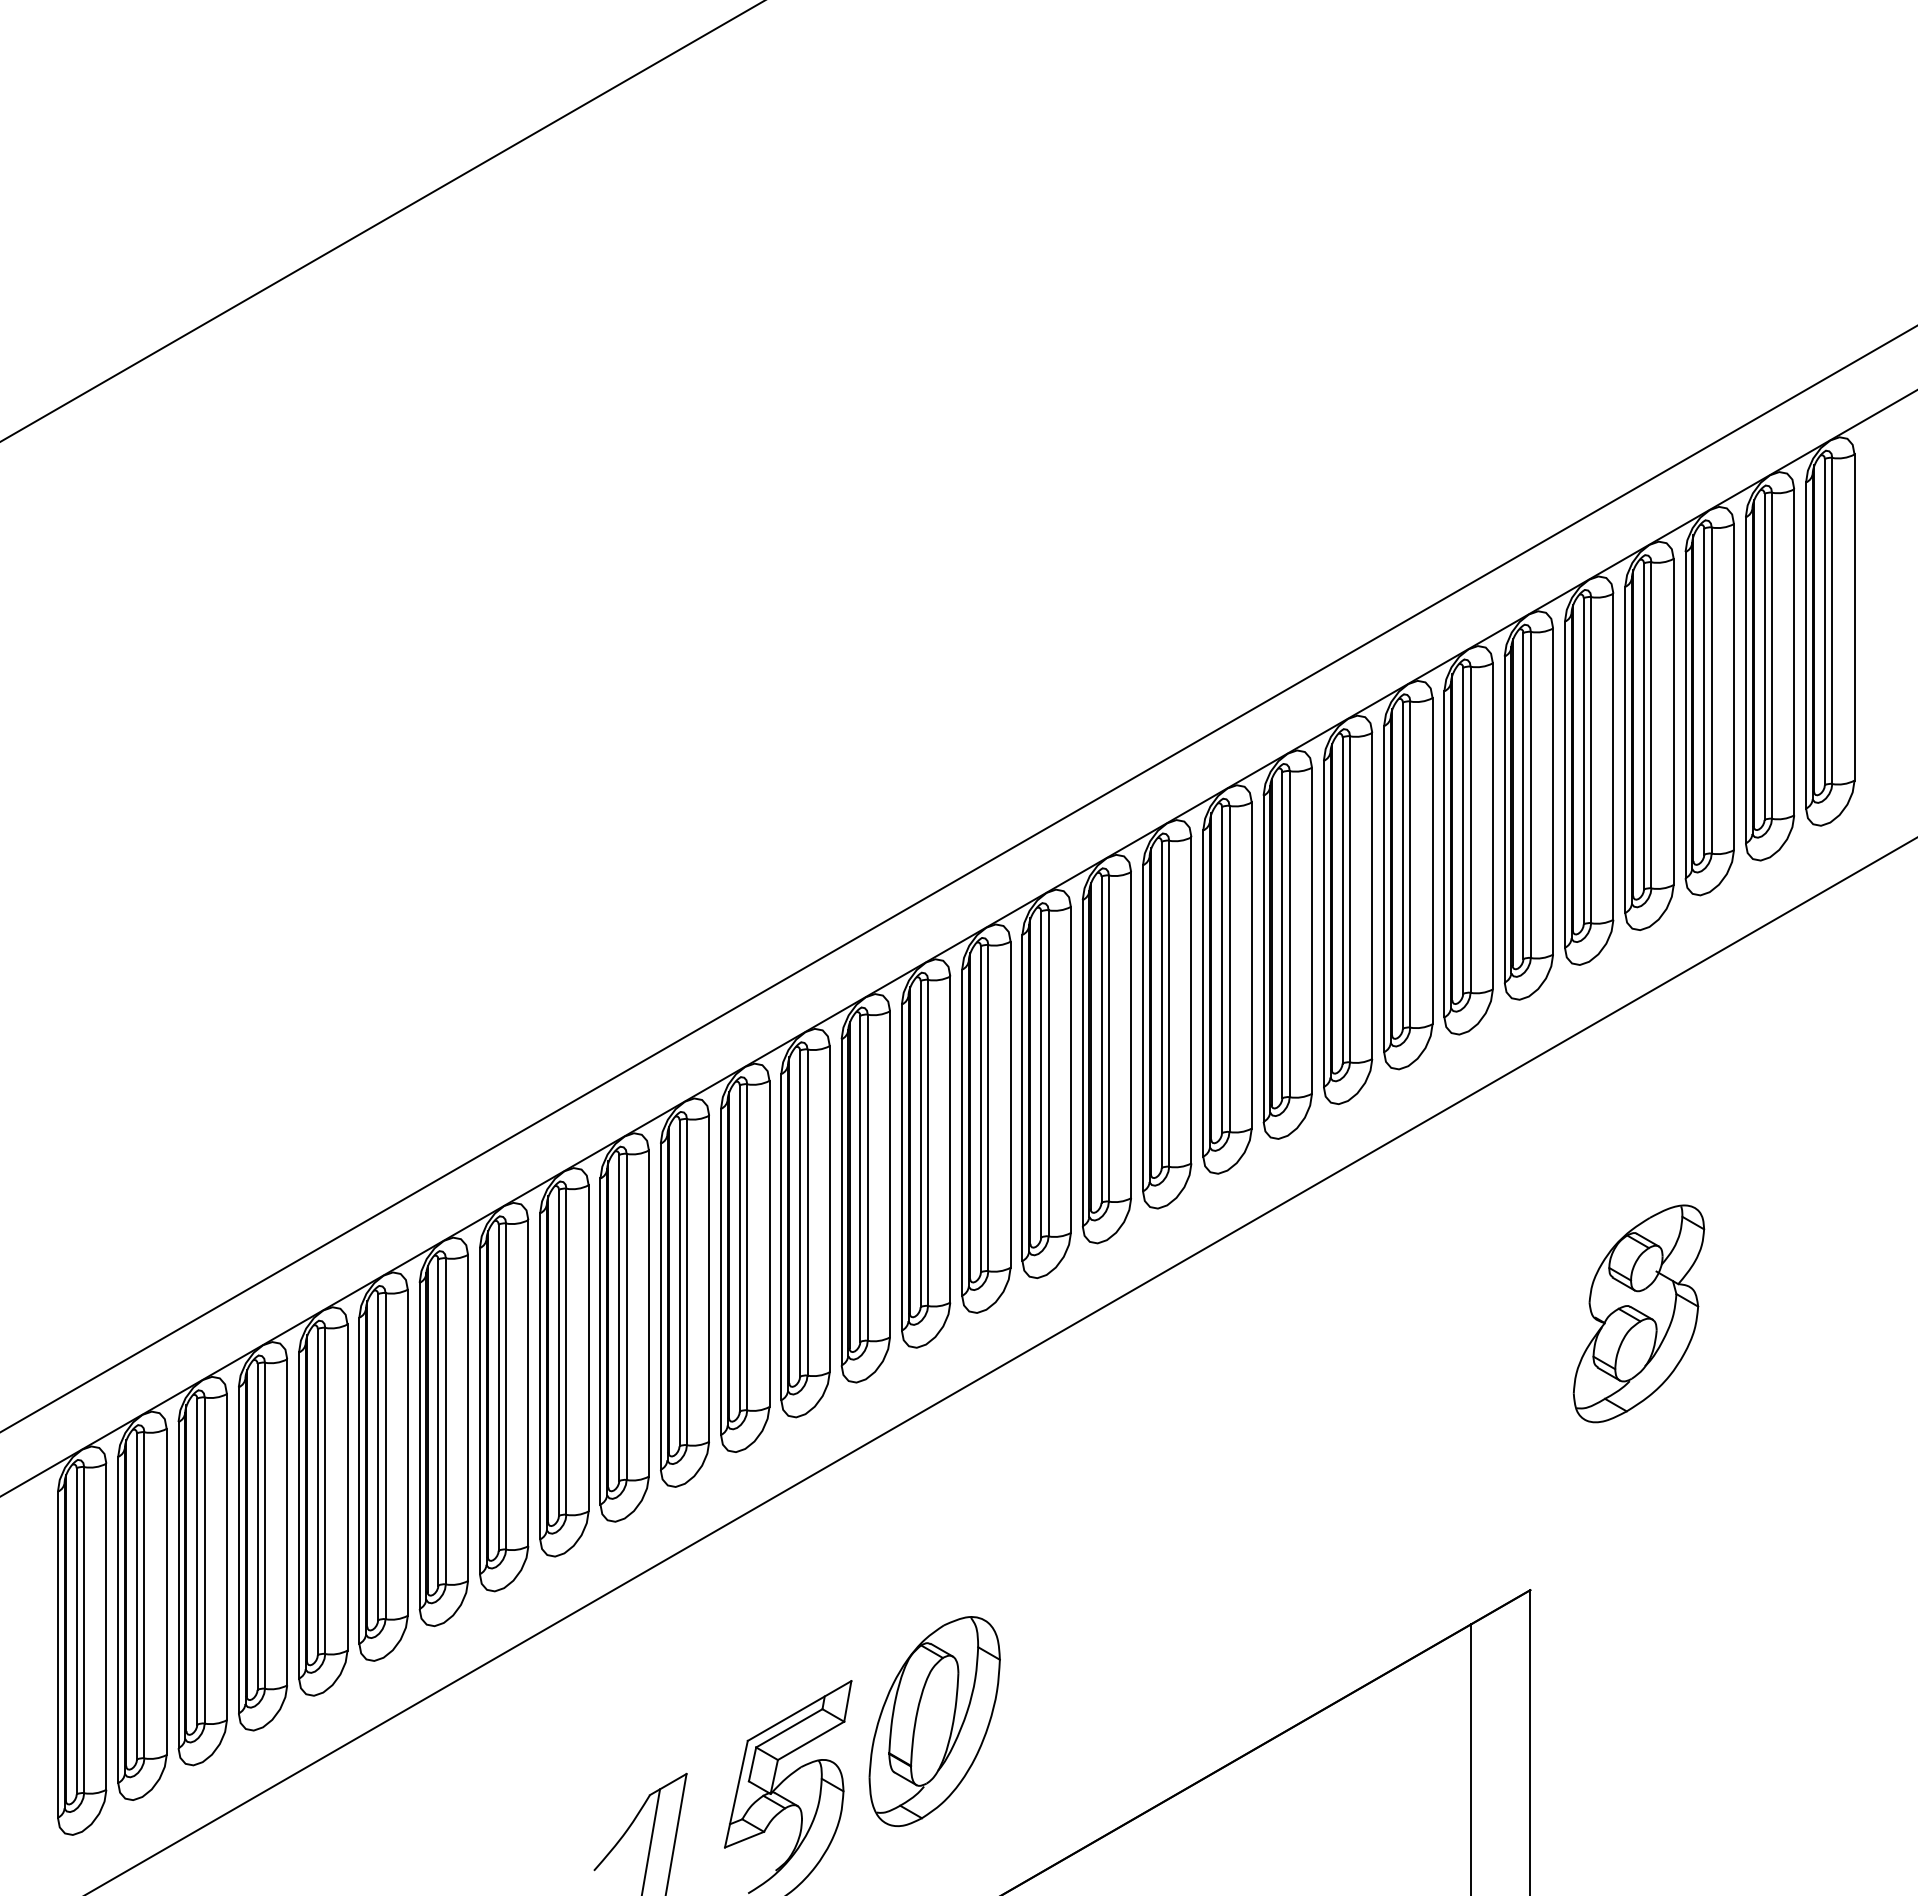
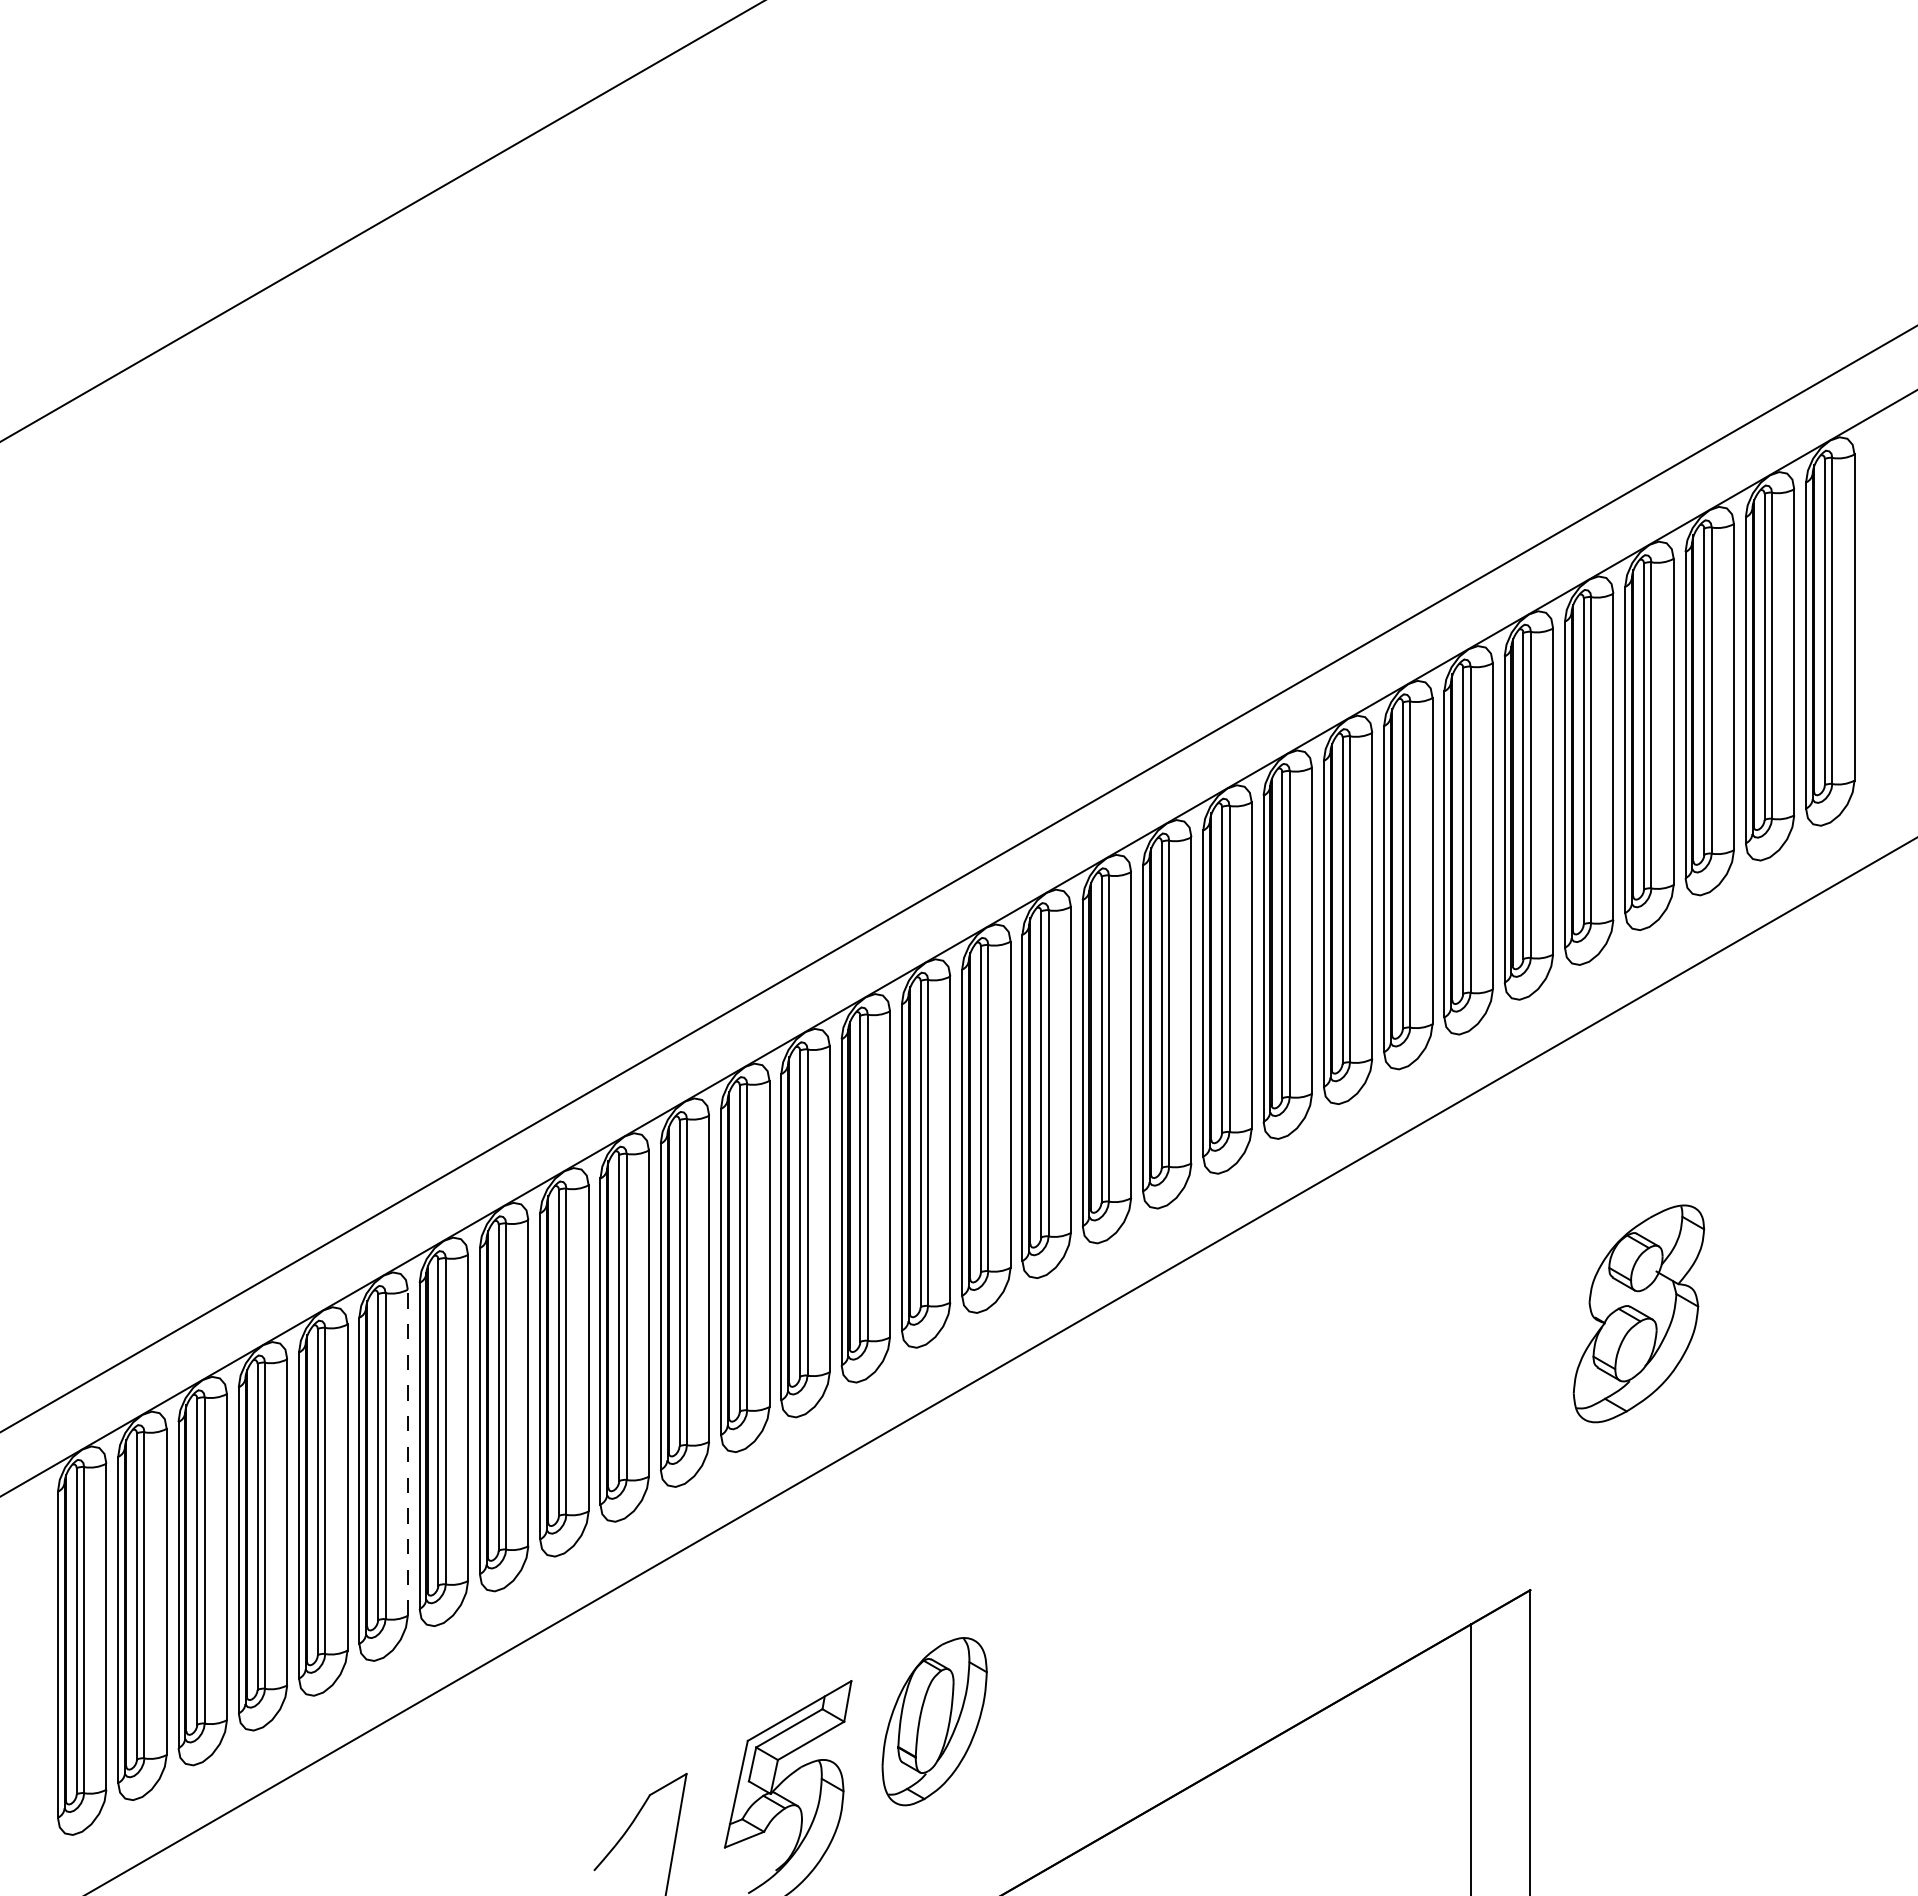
line at (407, 1452): solid -> dashed
part at (934, 1721) size: 133x212 px -> 107x170 px
line at (651, 1840): present -> none
